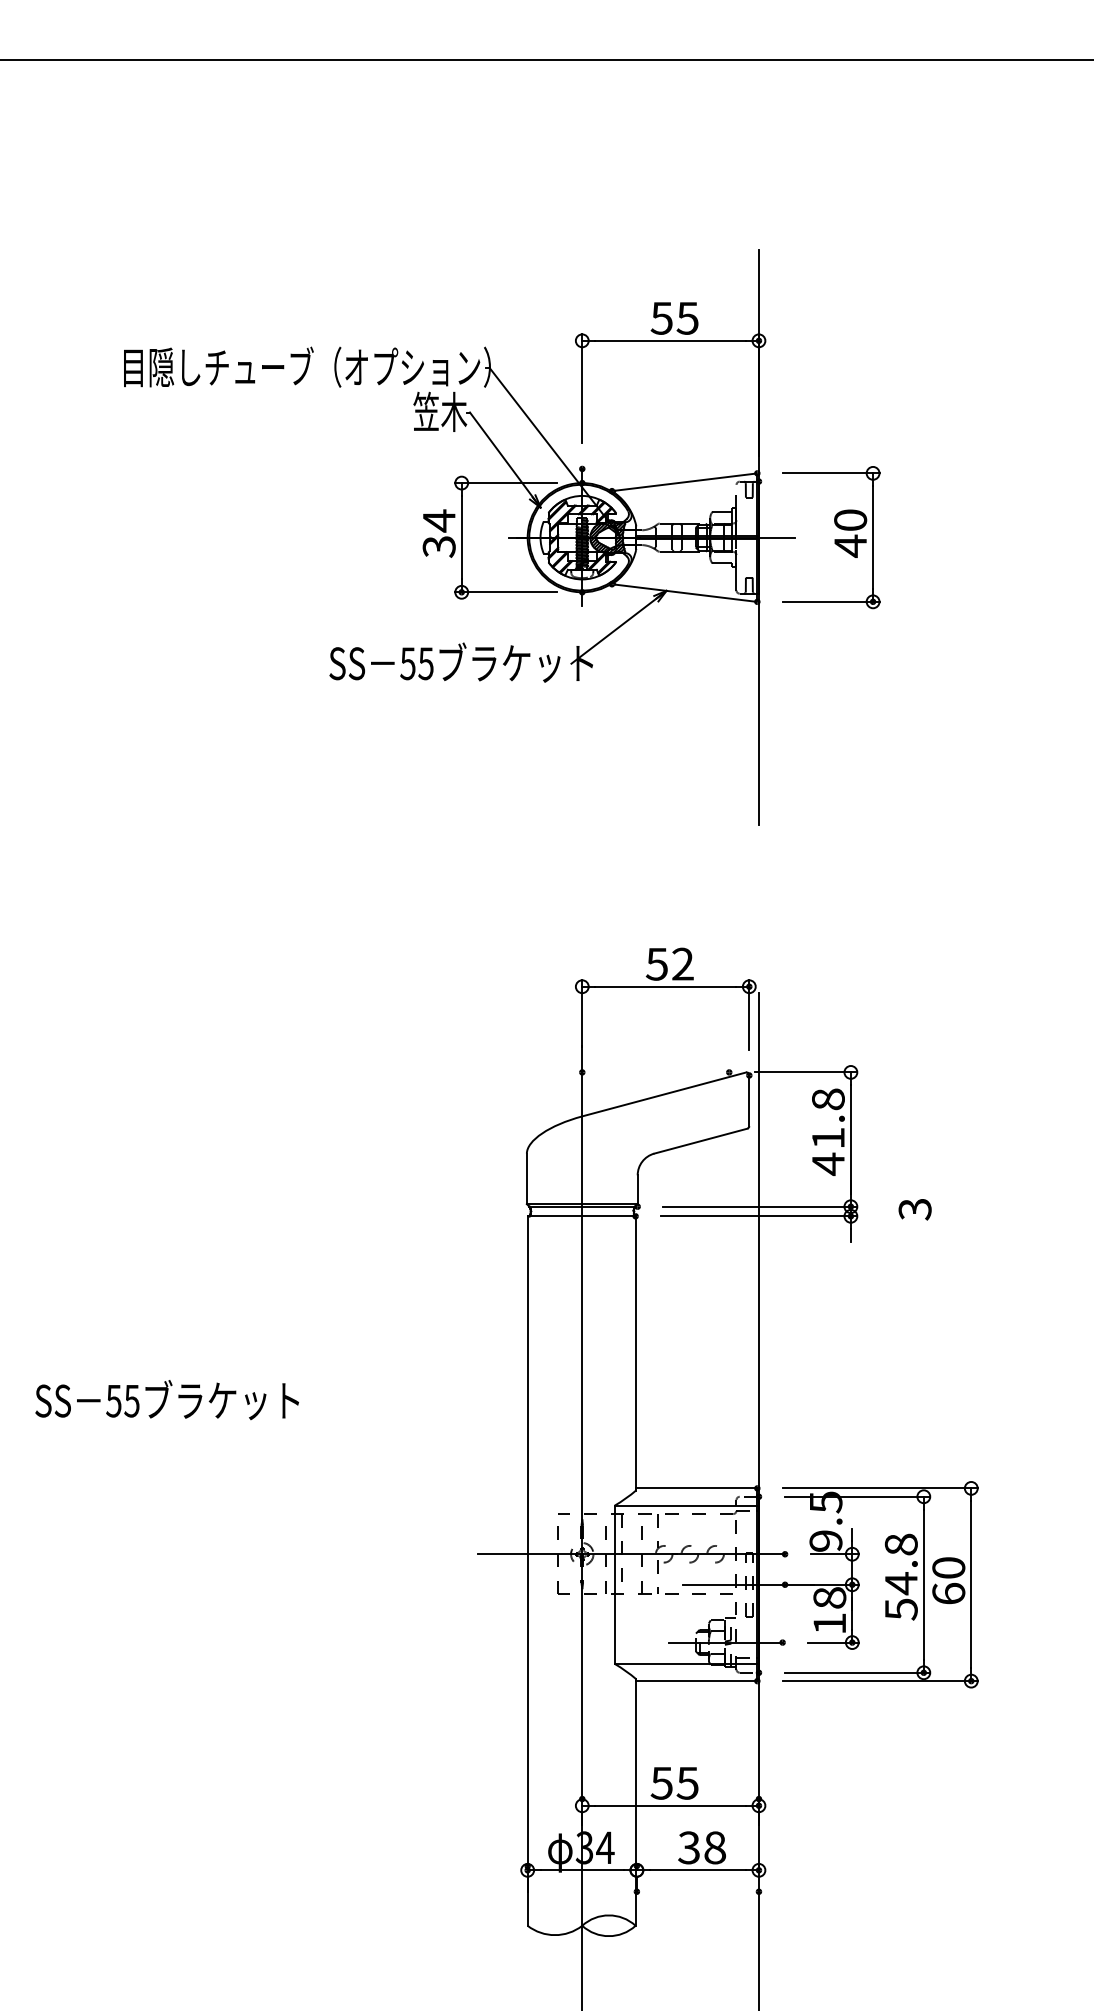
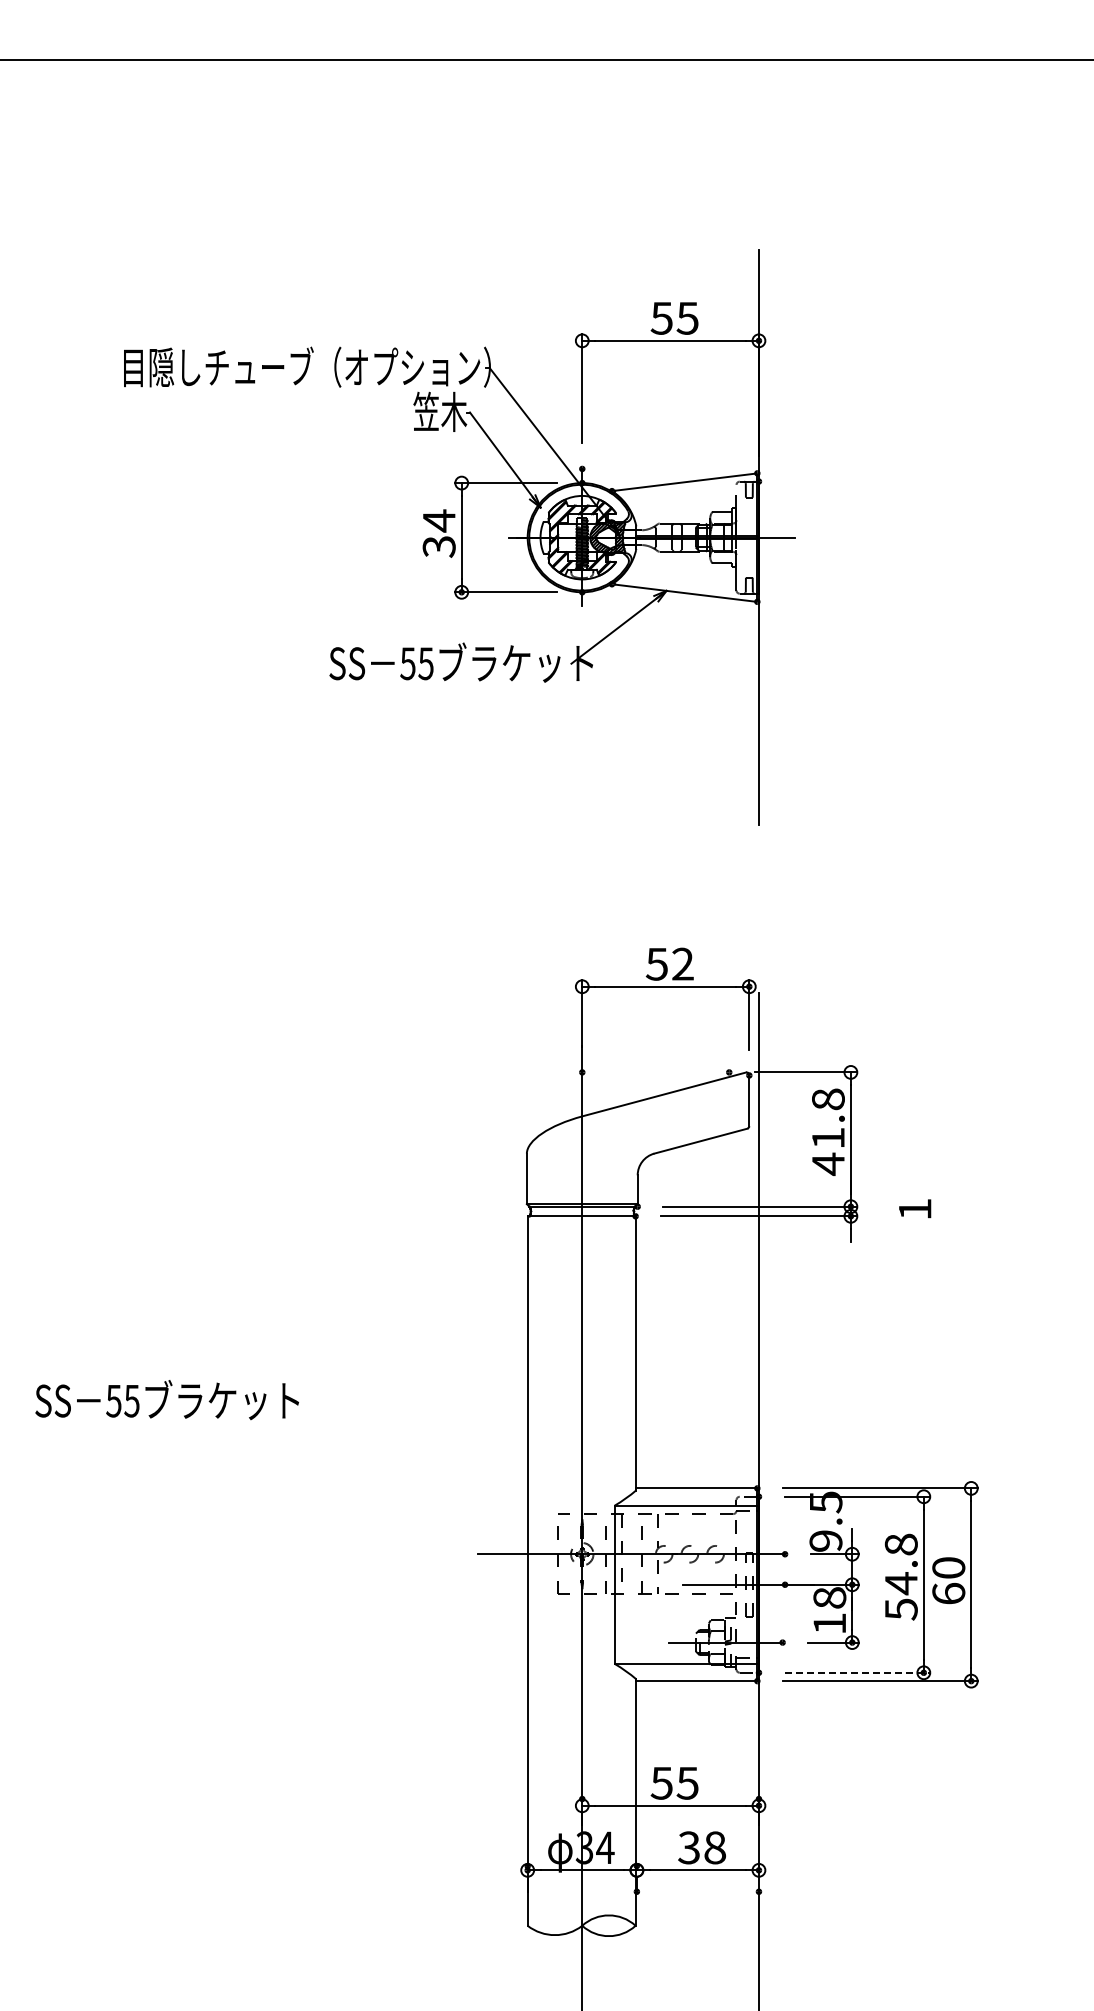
part at (831, 537): present -> none
text at (914, 1209): 3 -> 1
line at (857, 1672): solid -> dashed
